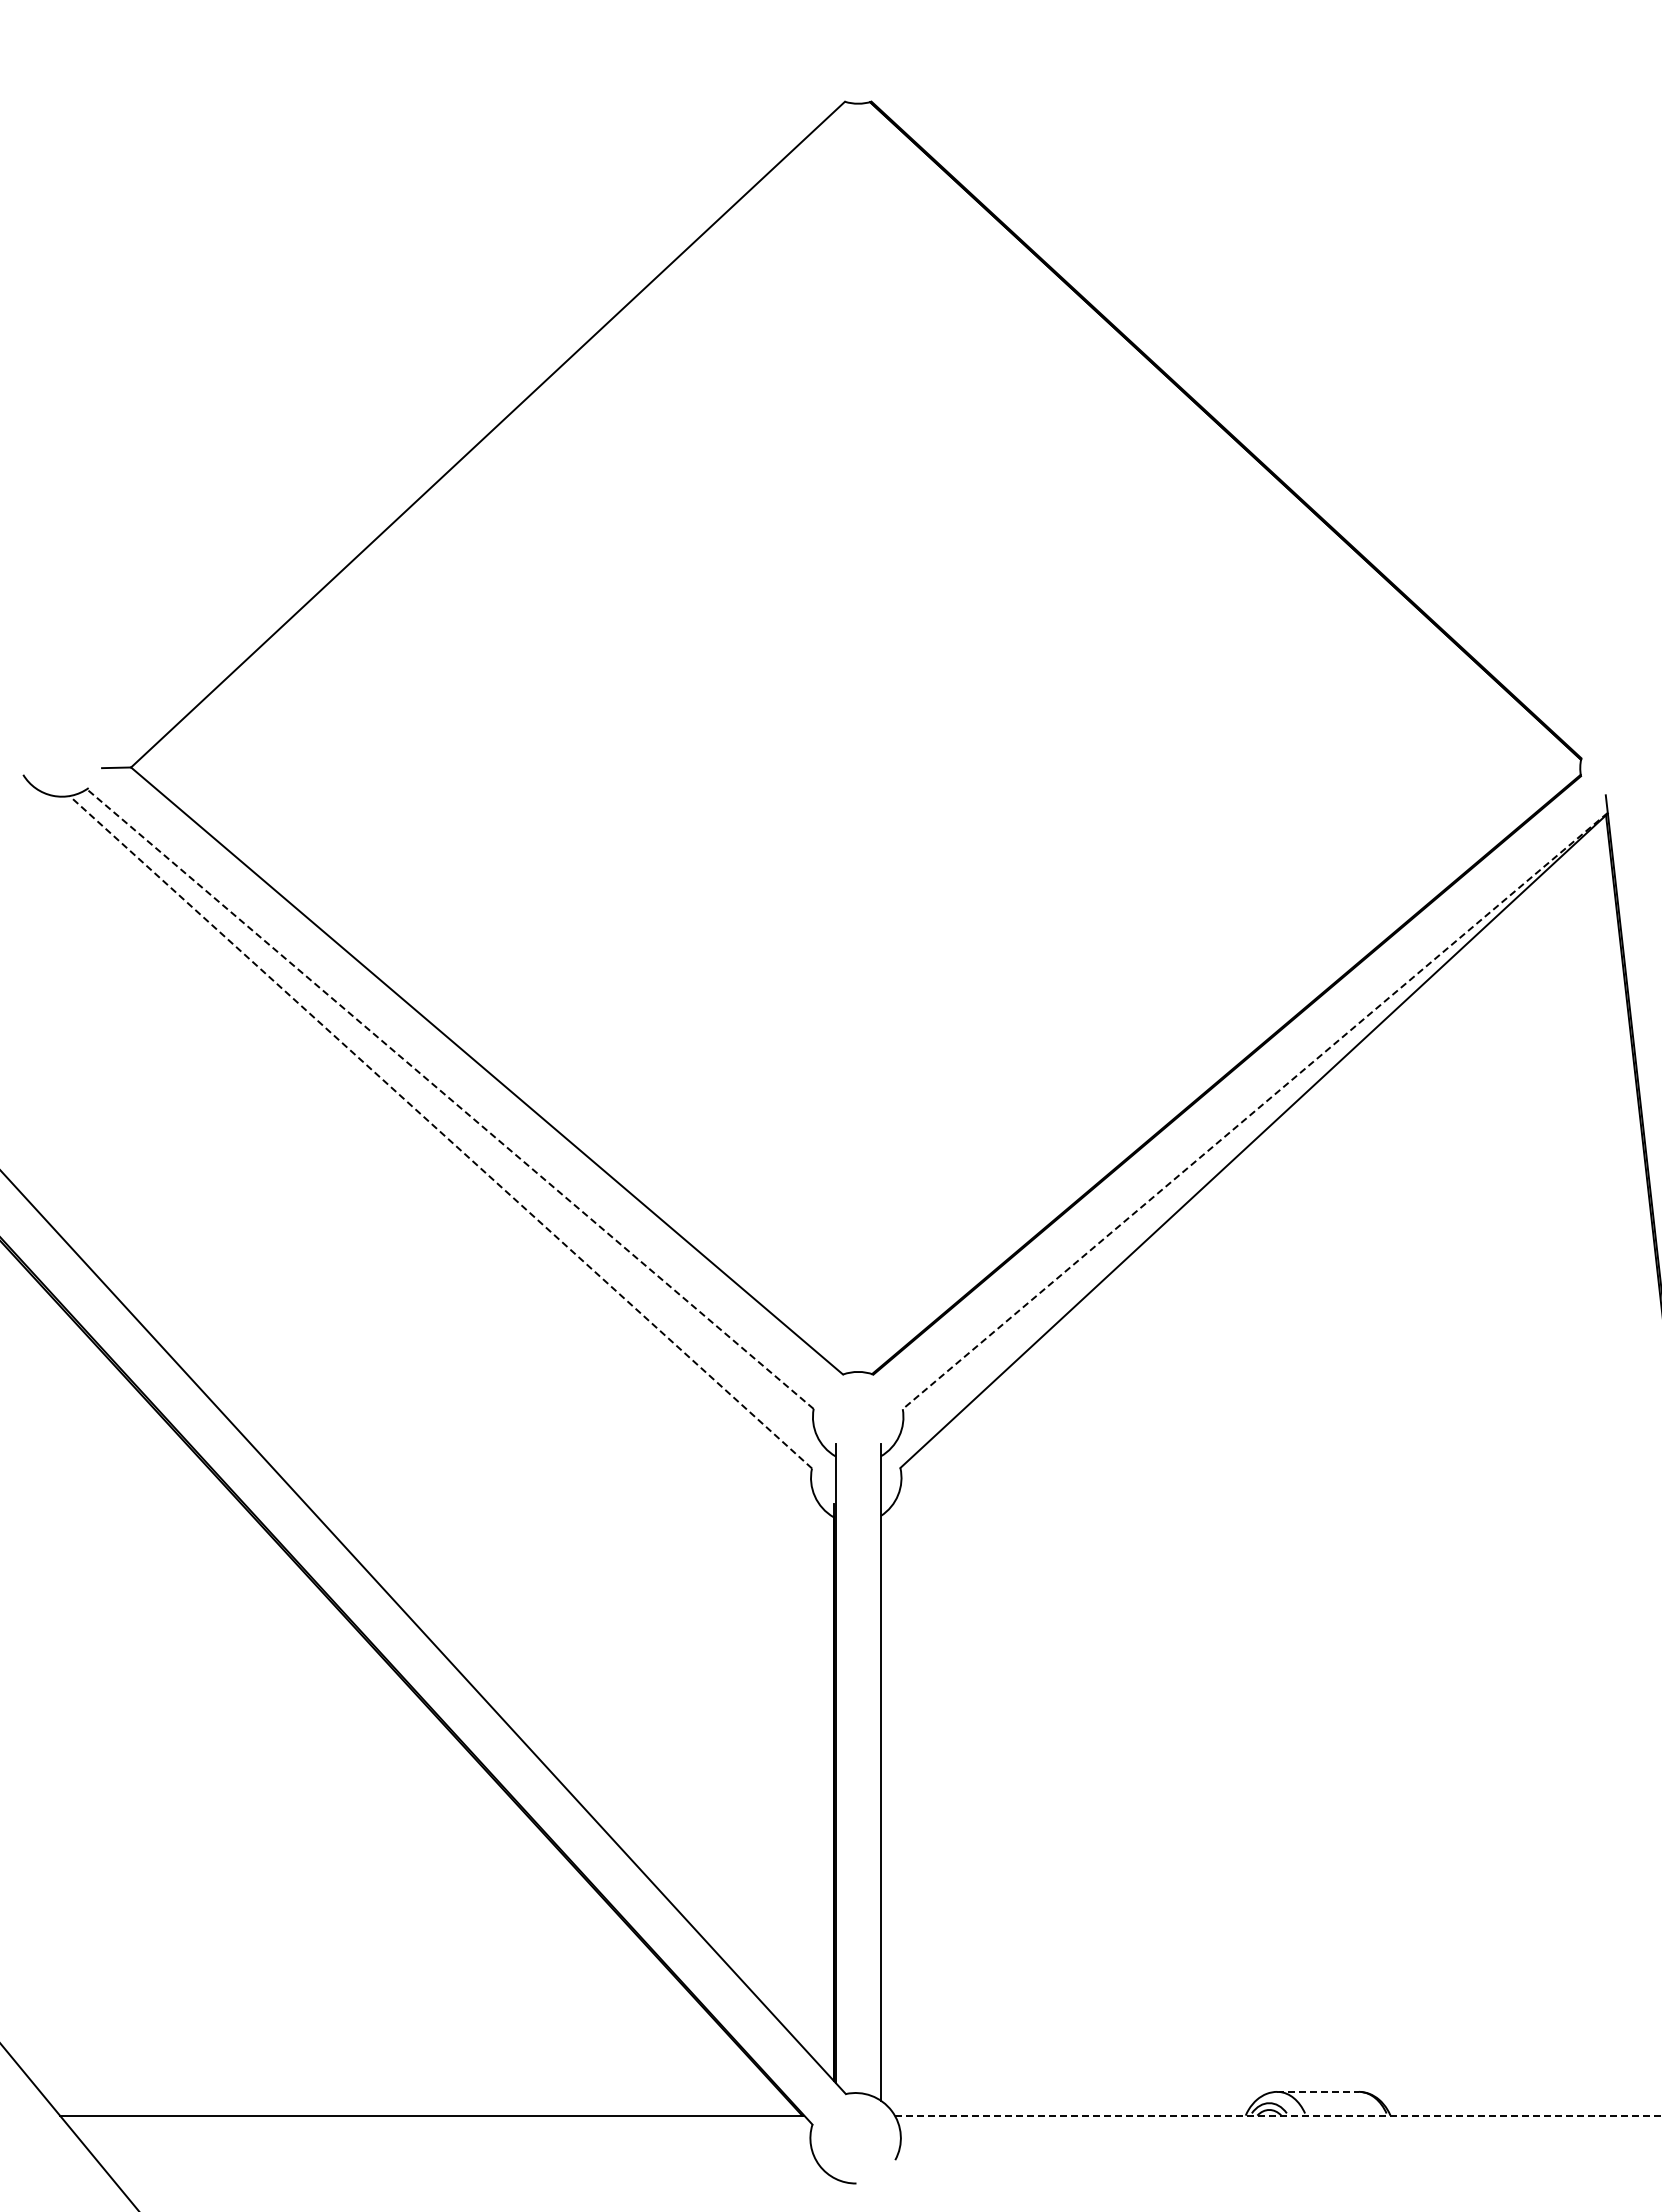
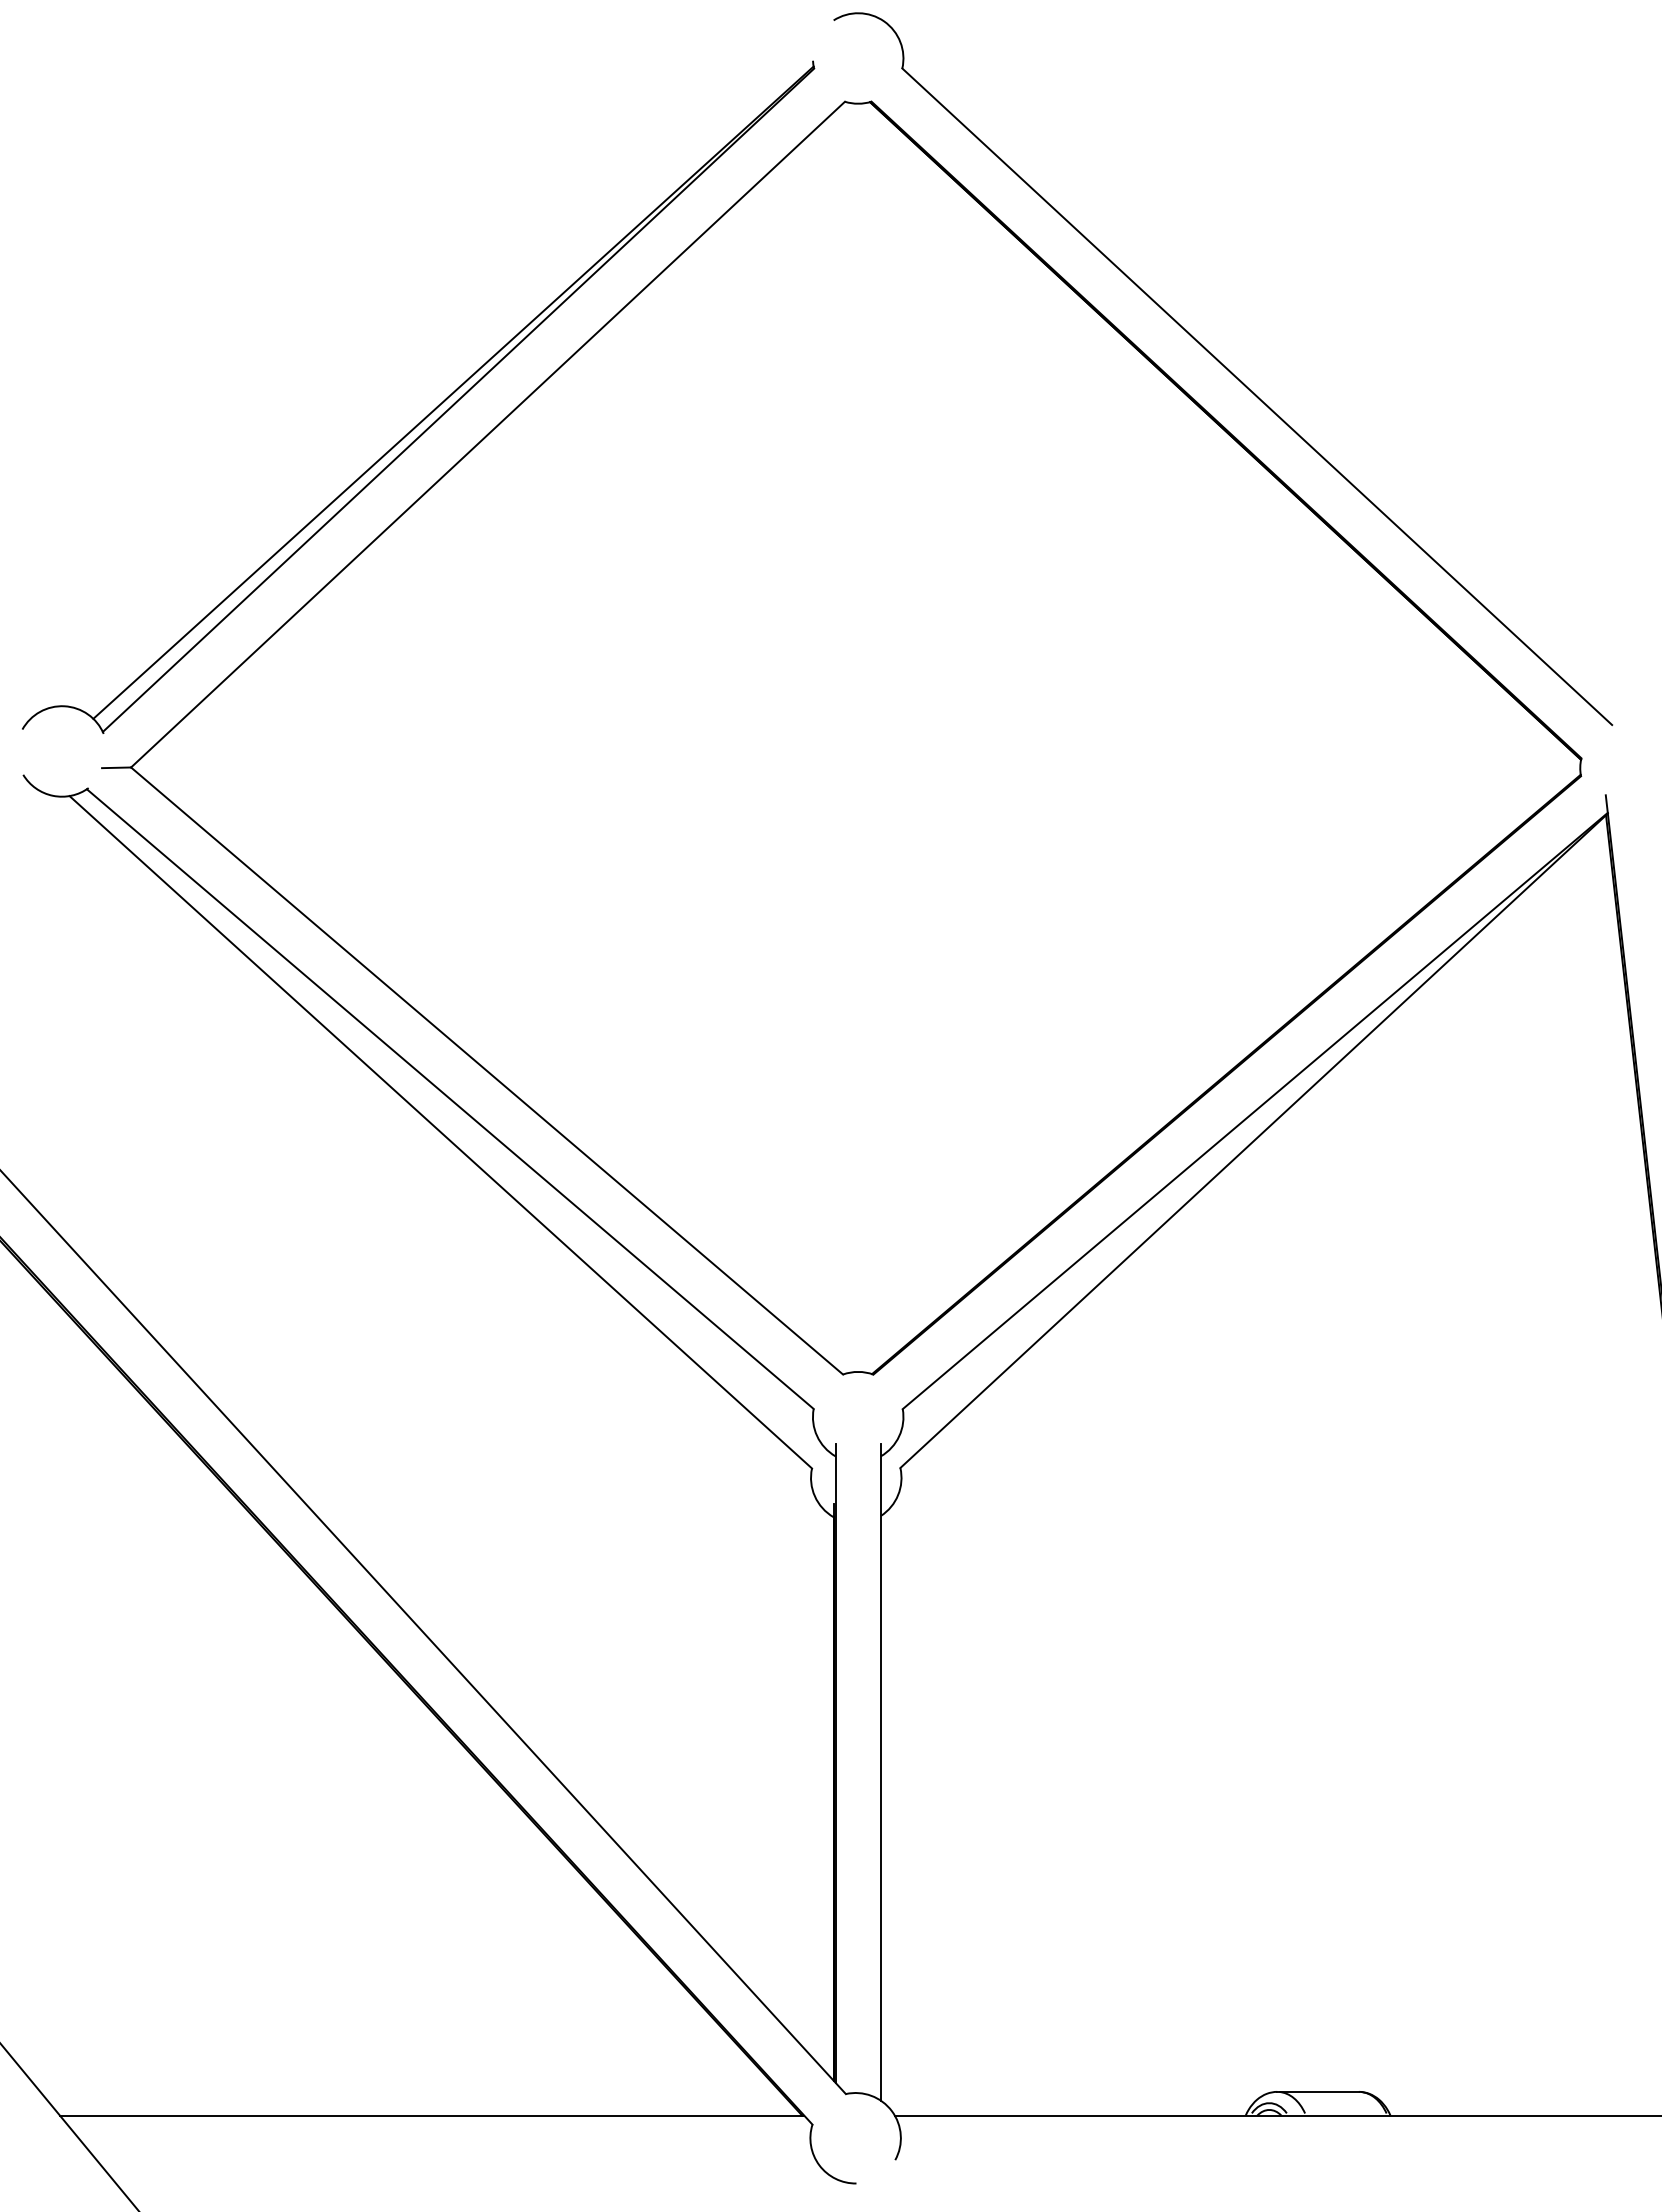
part at (1223, 368): none -> present
part at (432, 410): none -> present
line at (450, 1099): dashed -> solid
line at (1255, 1111): dashed -> solid
line at (440, 1132): dashed -> solid
line at (1318, 2091): dashed -> solid
line at (1278, 2115): dashed -> solid
